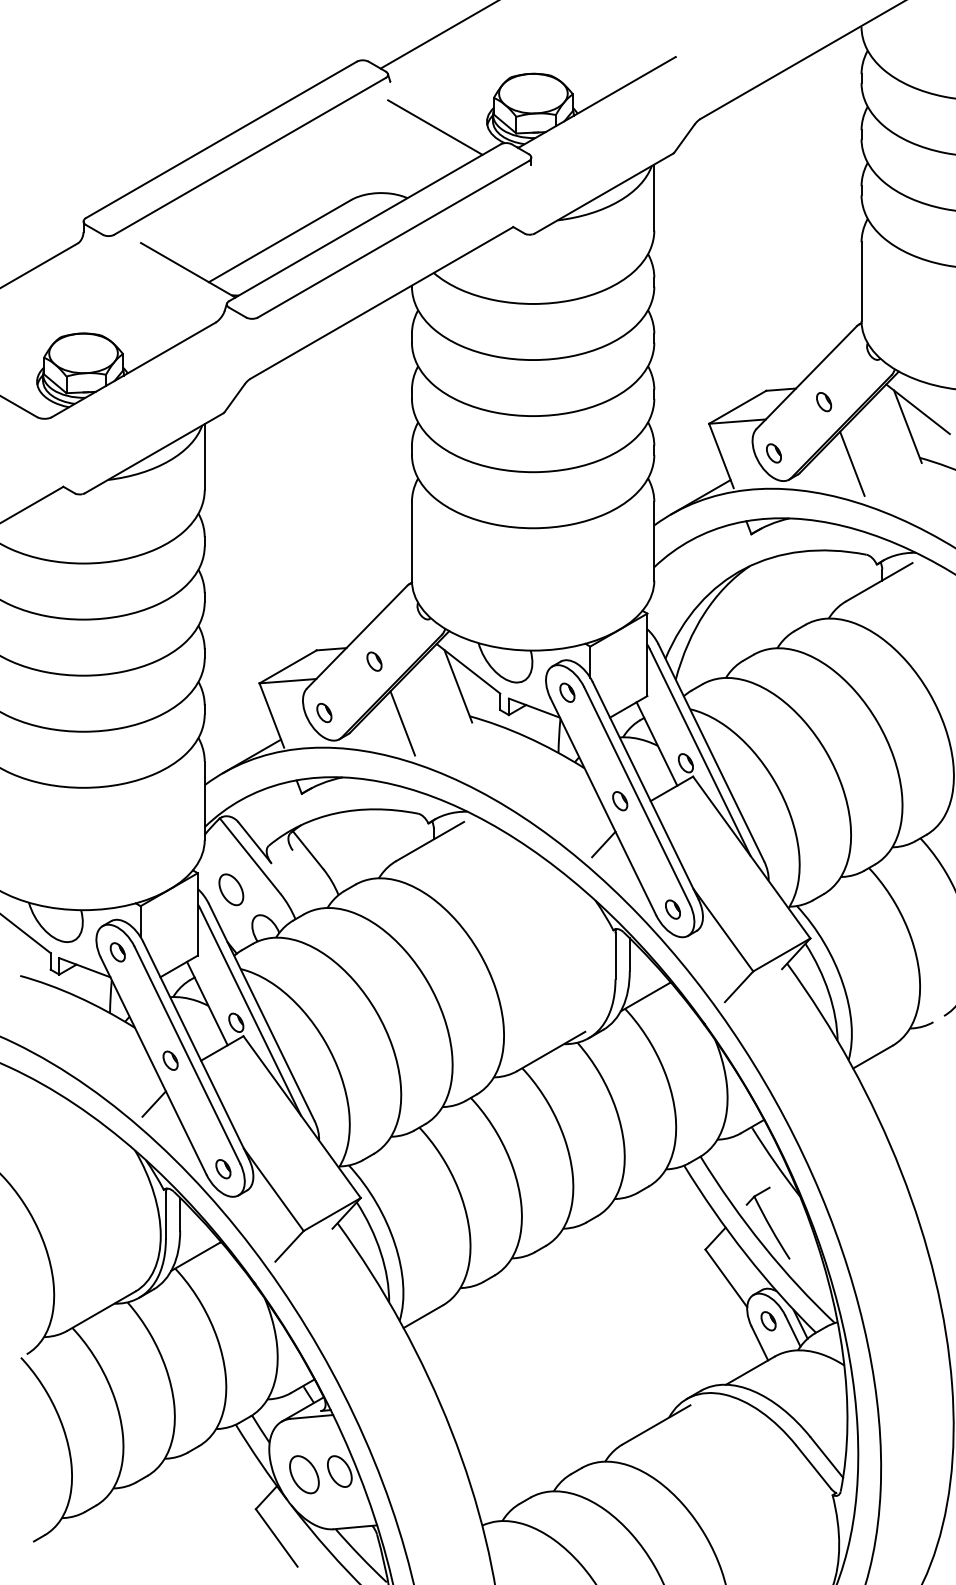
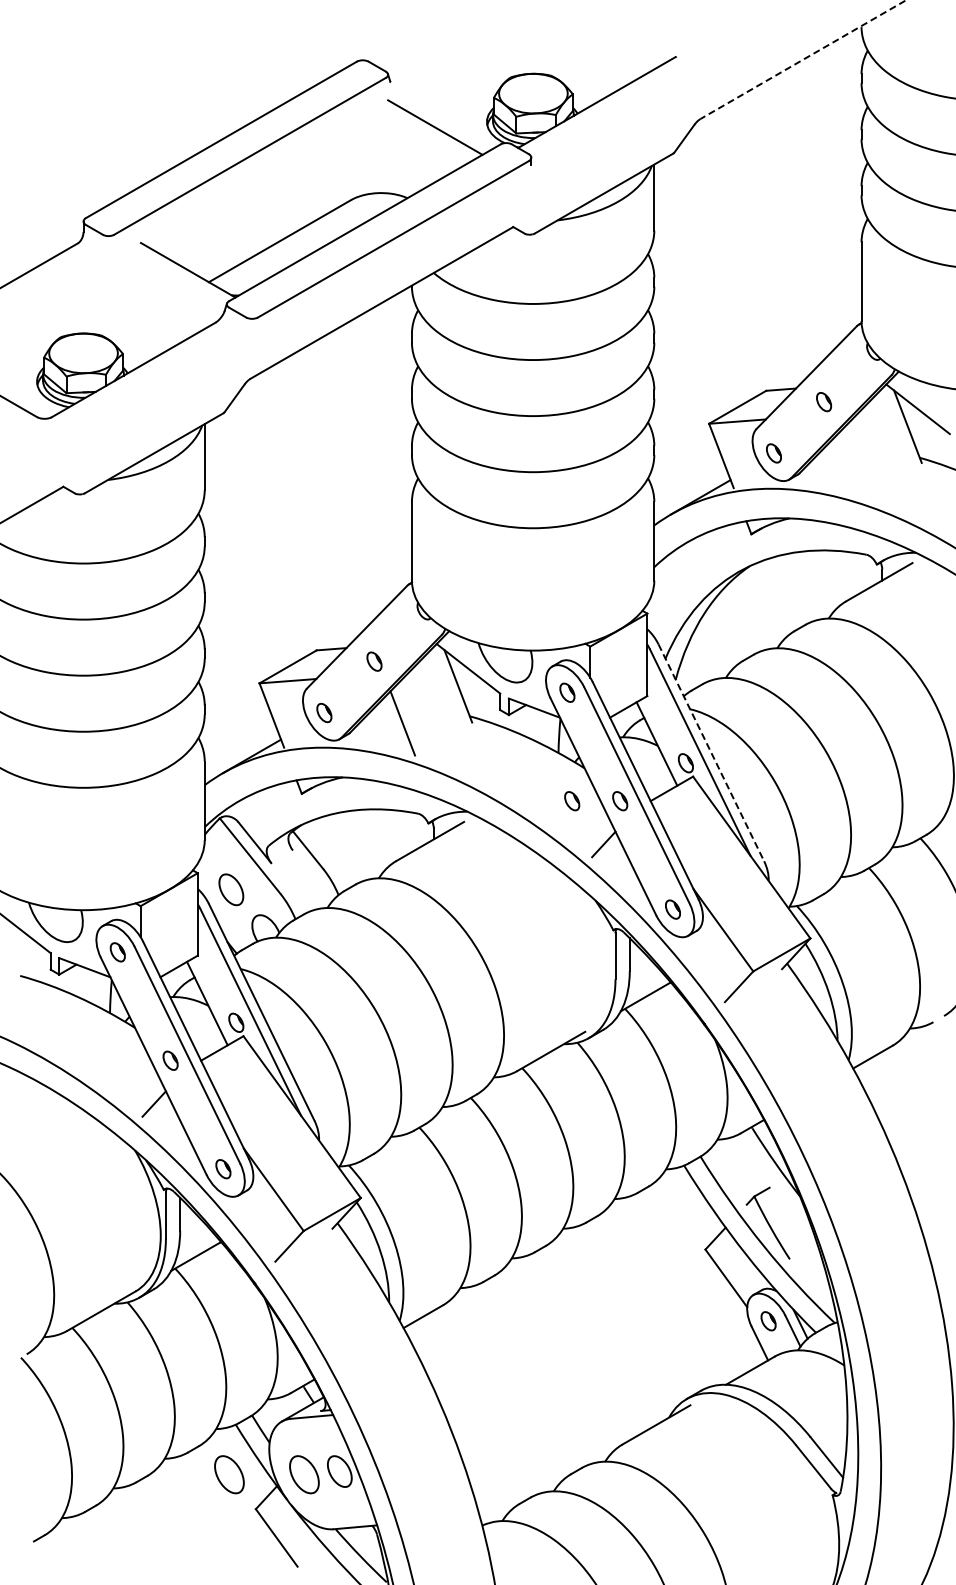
line at (437, 35): present -> none
line at (803, 59): solid -> dashed
line at (852, 463): present -> none
line at (711, 752): solid -> dashed
part at (572, 801): none -> present
part at (229, 1474): none -> present
